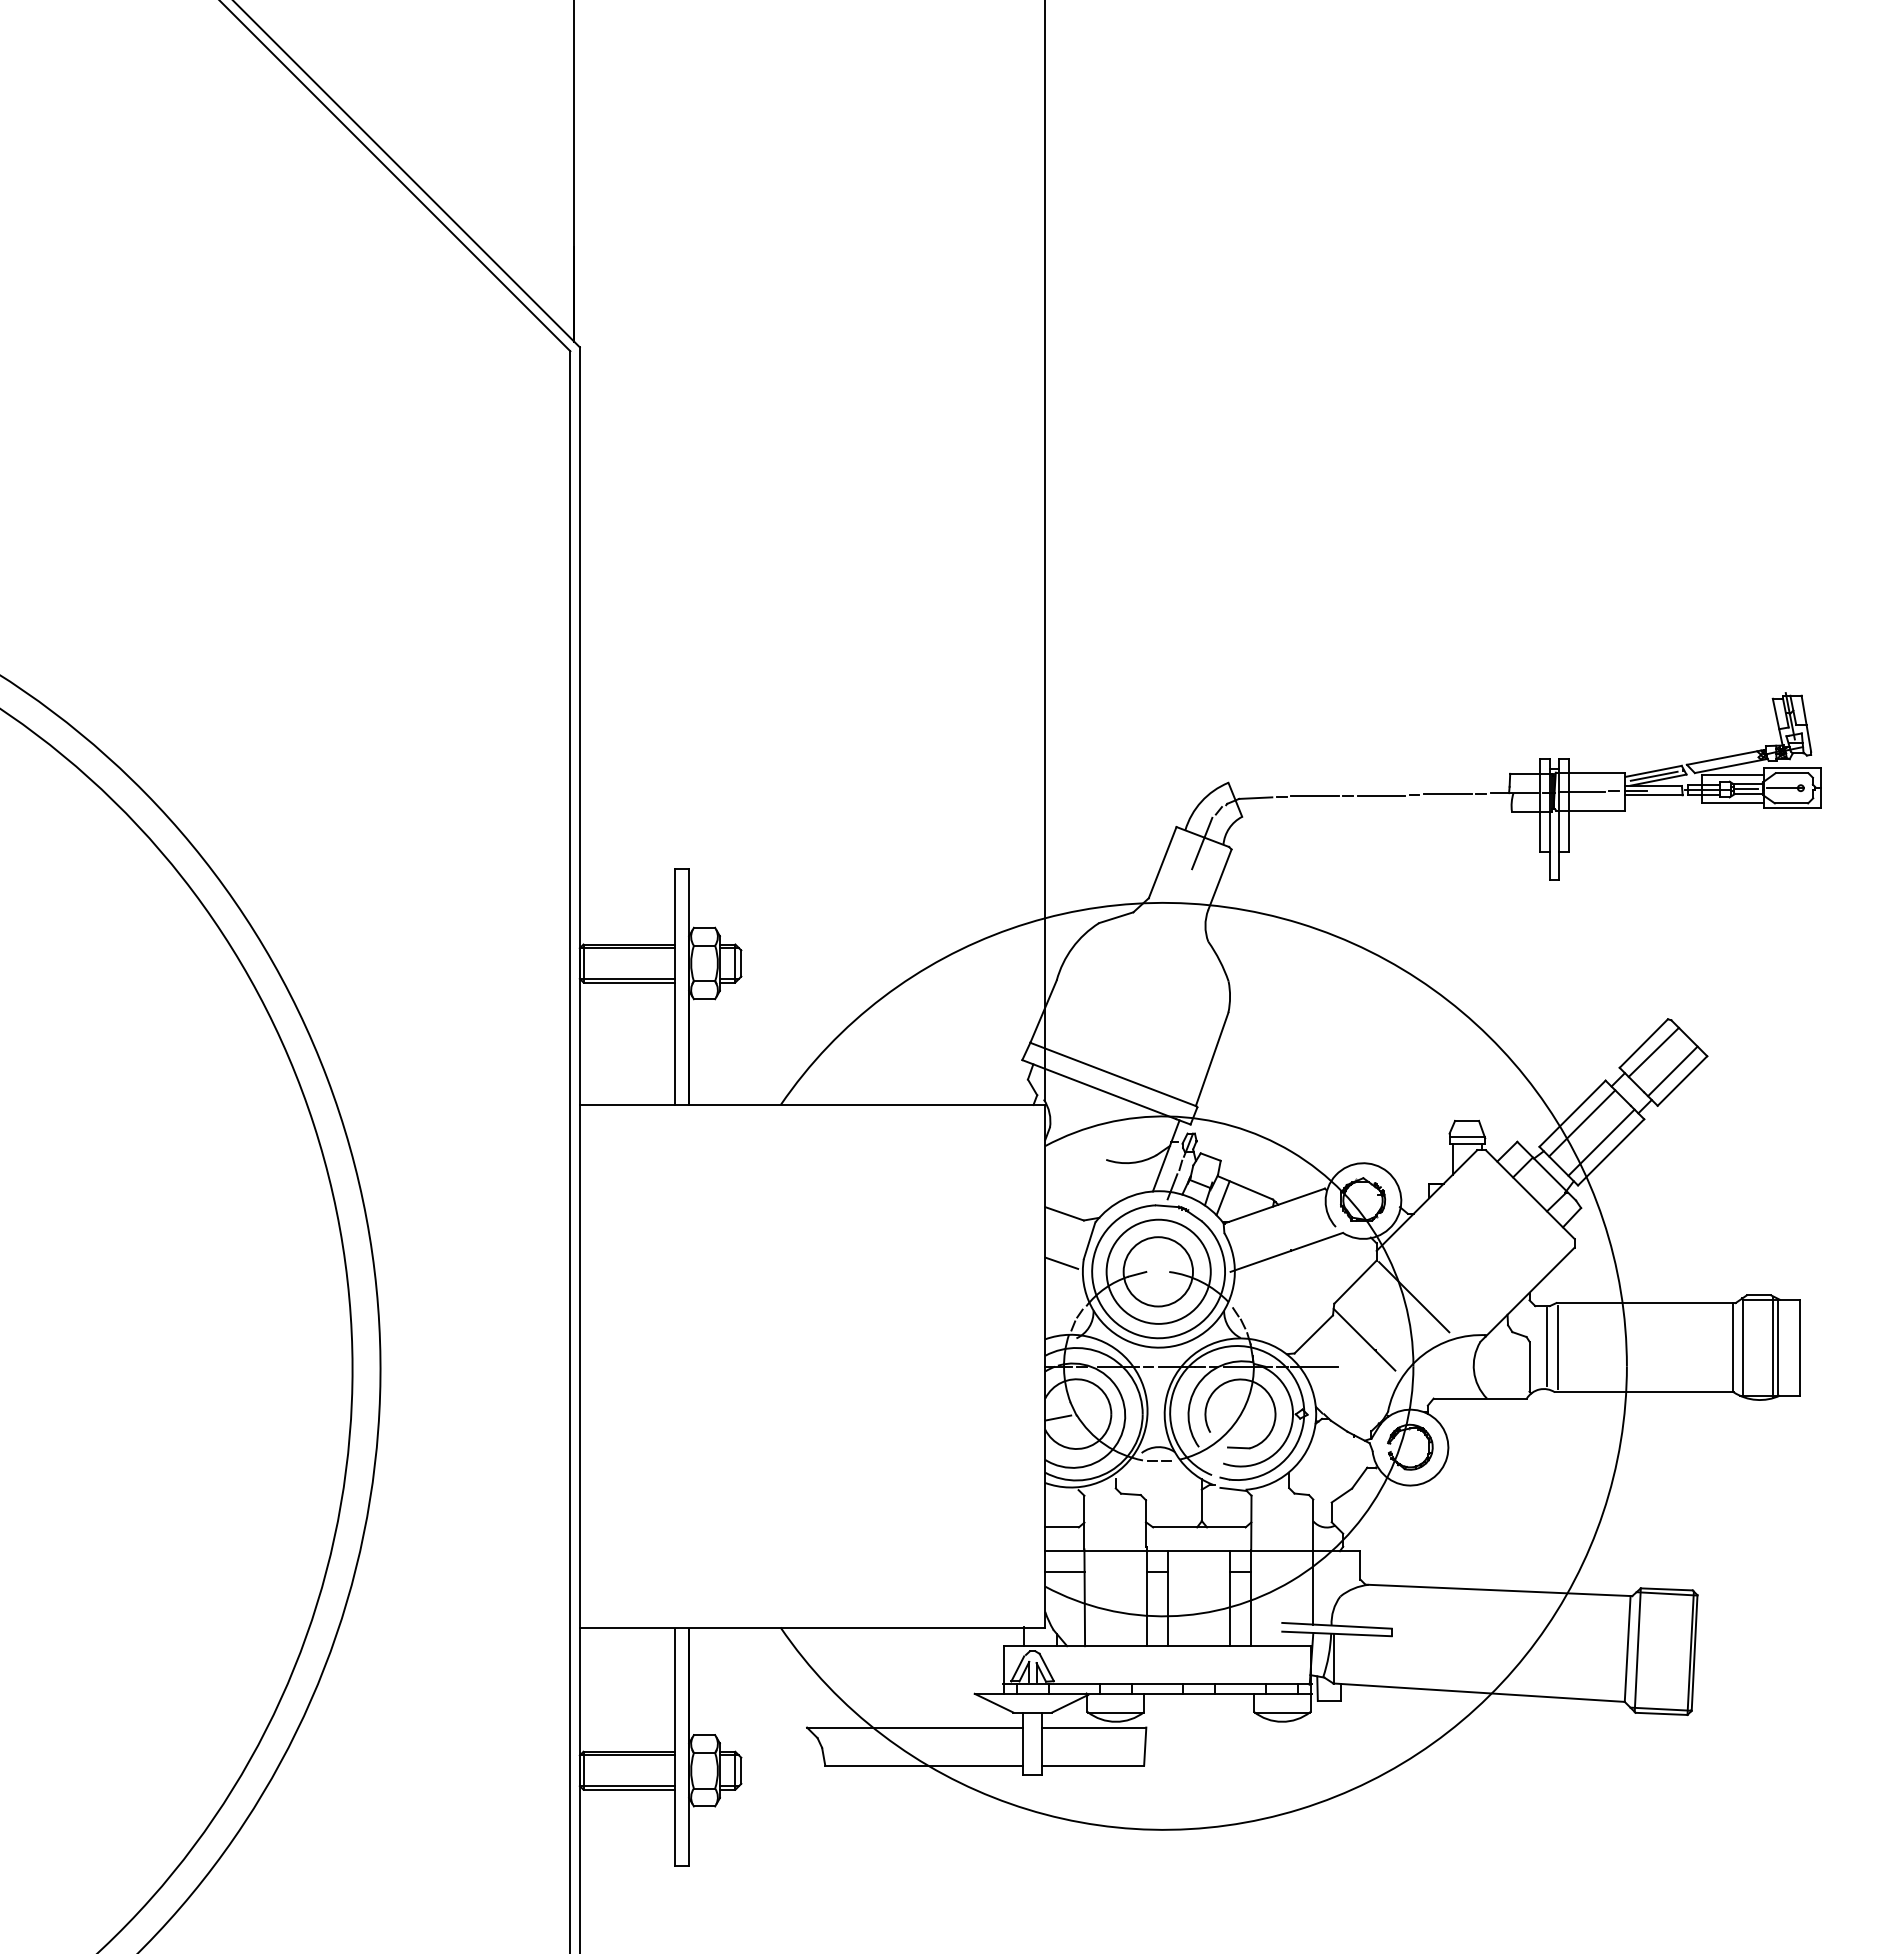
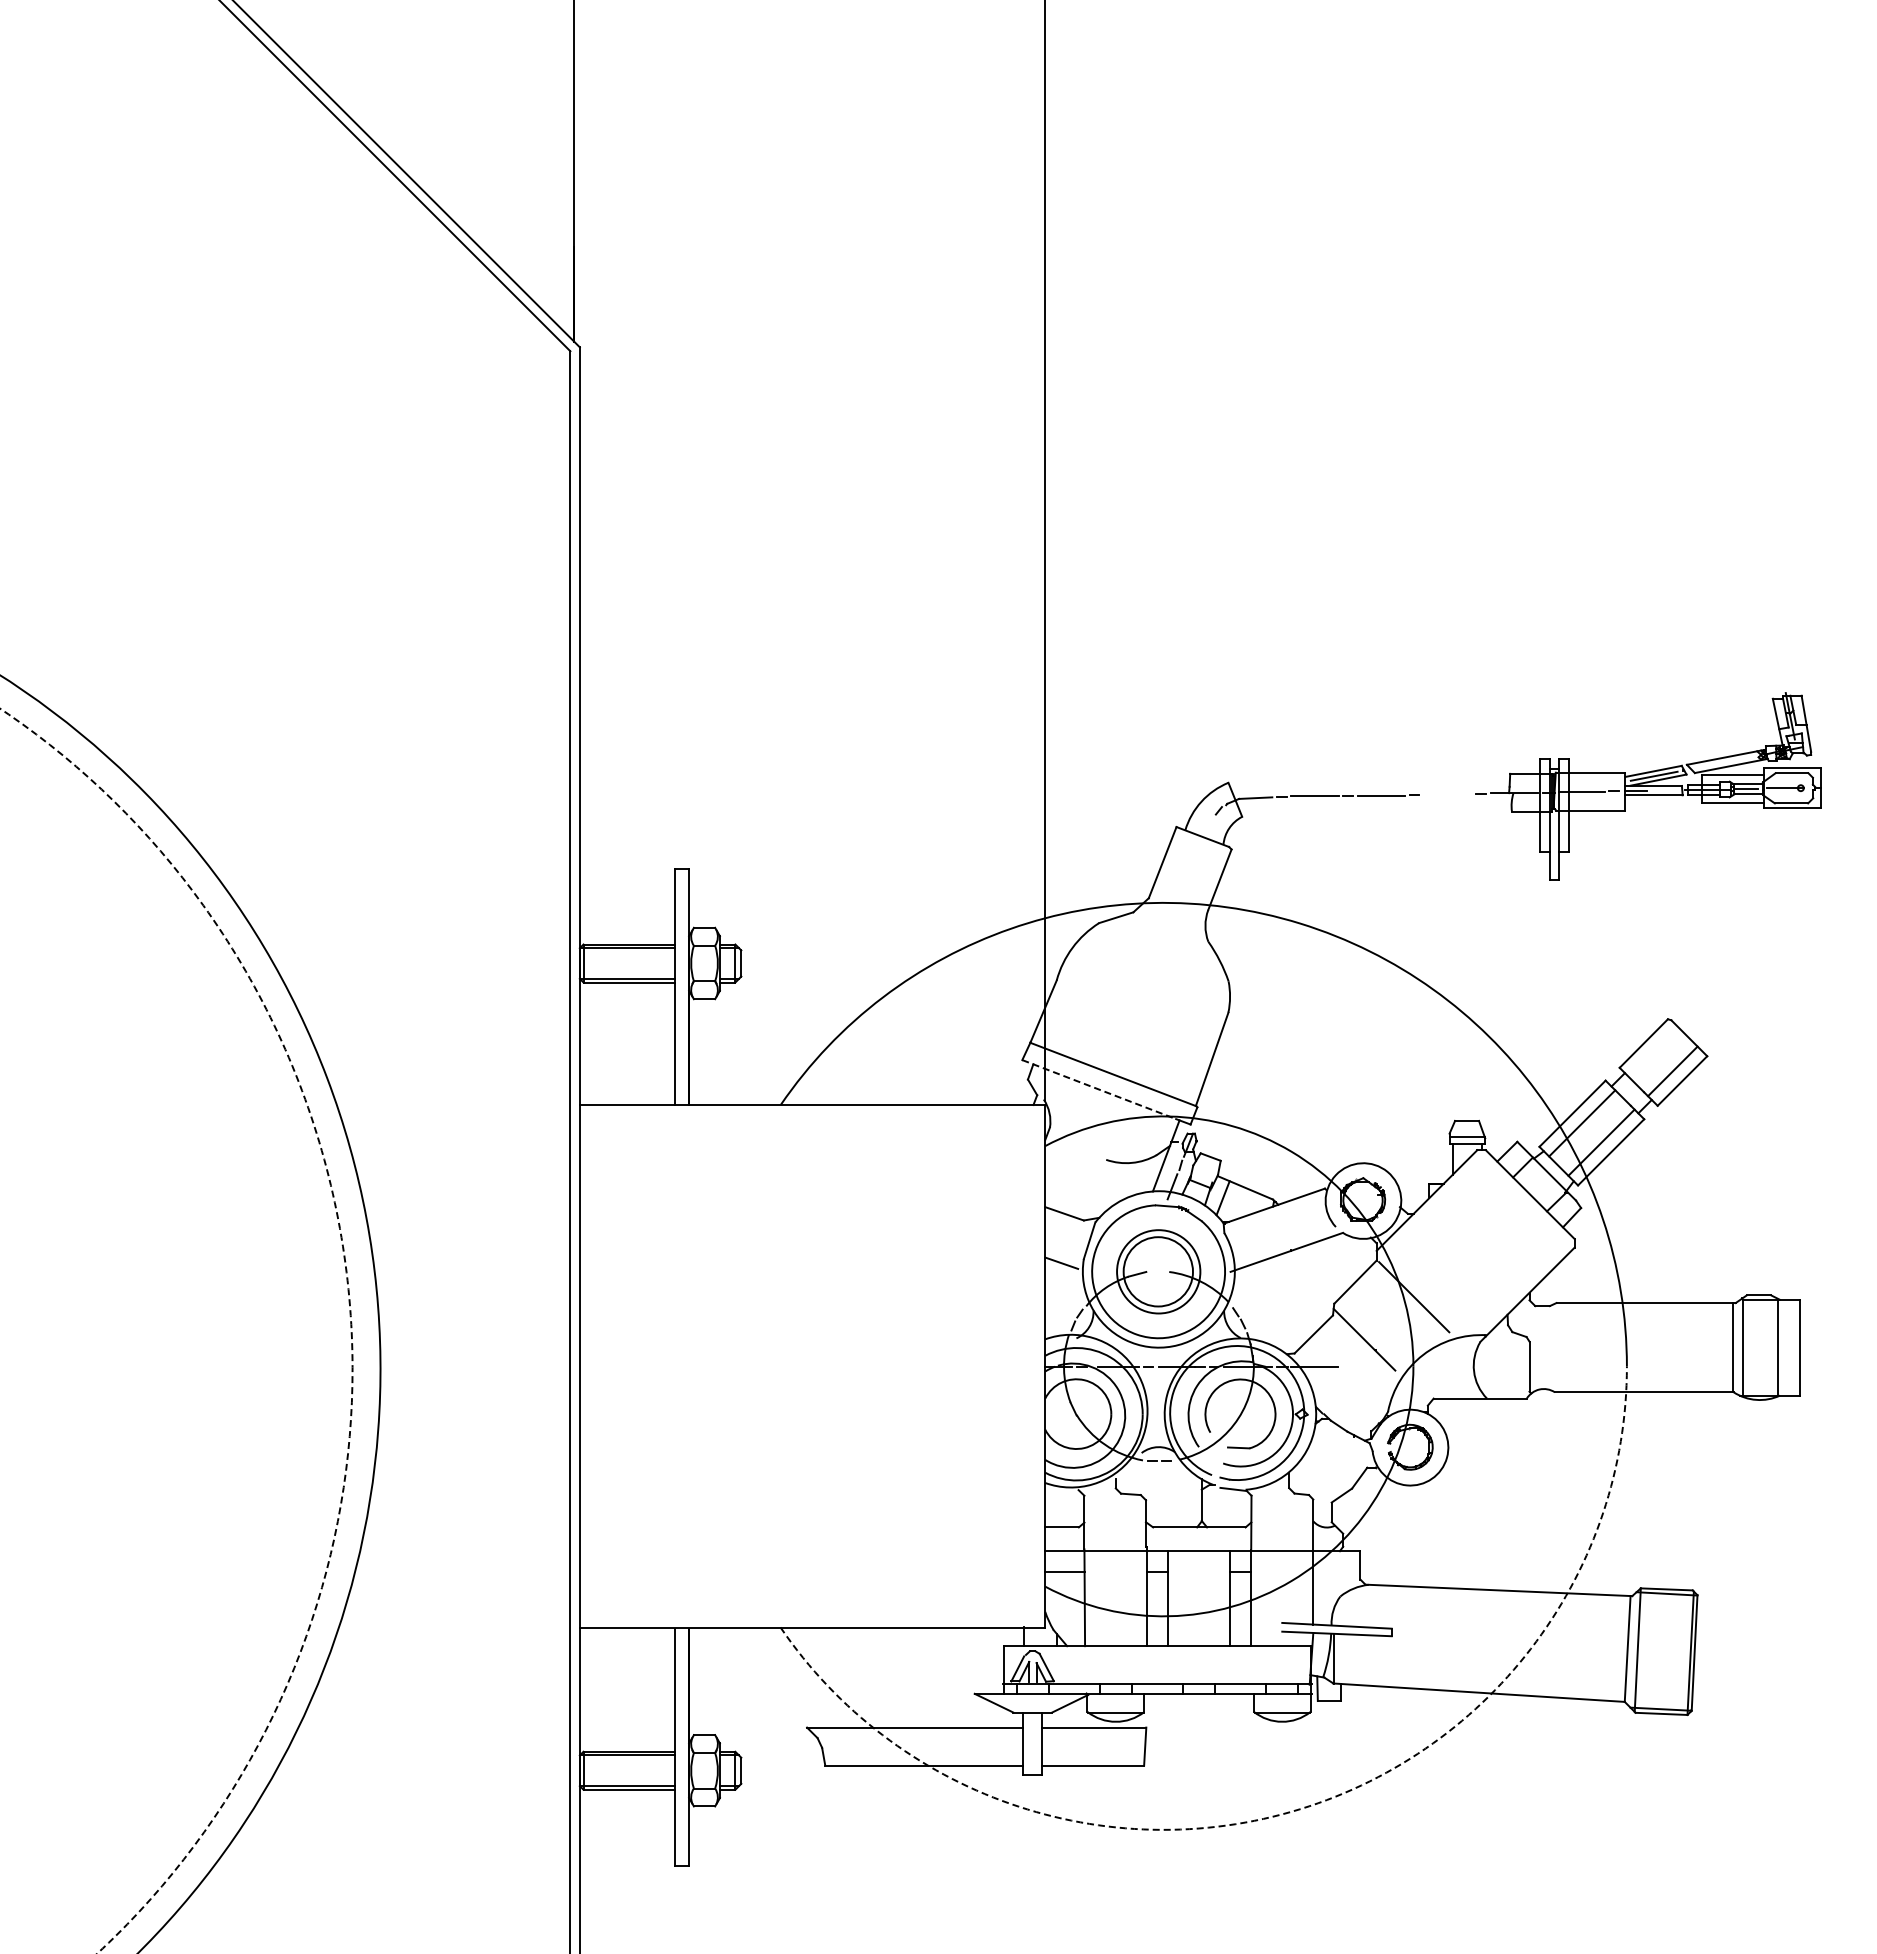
line at (1447, 794): present -> none
line at (1202, 843): present -> none
line at (1653, 1051): present -> none
line at (1099, 1089): solid -> dashed
circle at (1158, 1271) diameter: 104 px -> 83 px
arc at (350, 1313): solid -> dashed
line at (1547, 1346): present -> none
line at (1557, 1347): present -> none
line at (1773, 1347): present -> none
line at (1058, 1417): present -> none
arc at (1300, 1809): solid -> dashed
